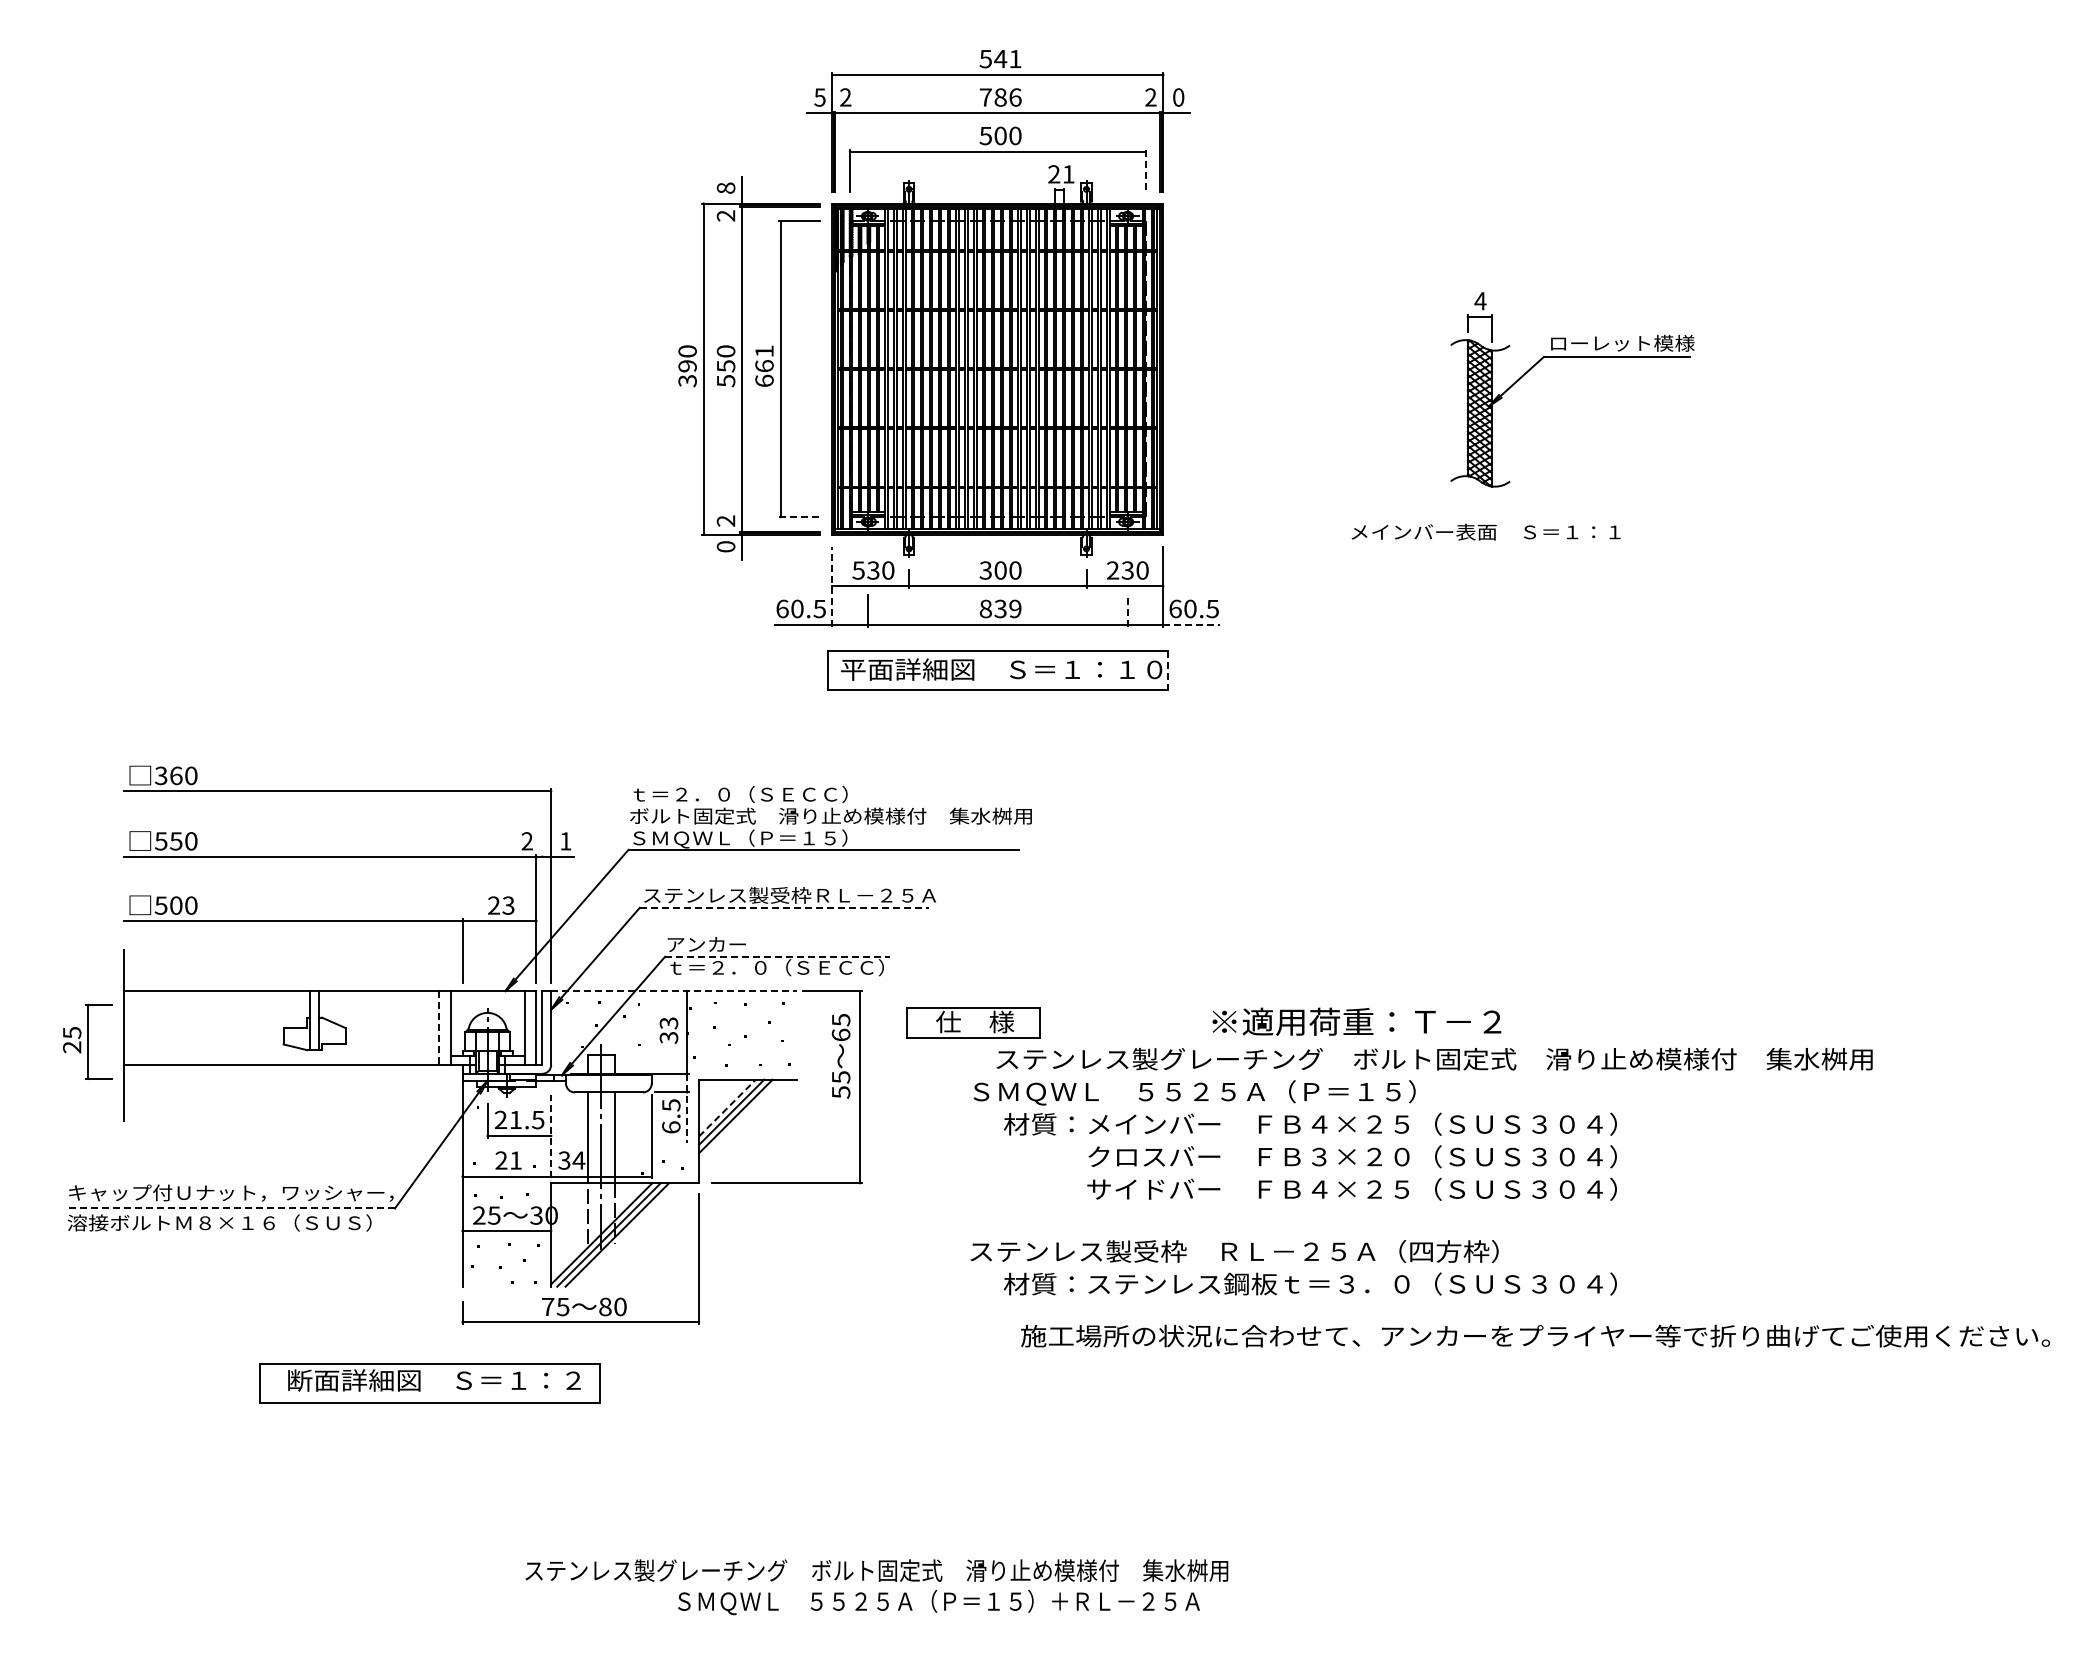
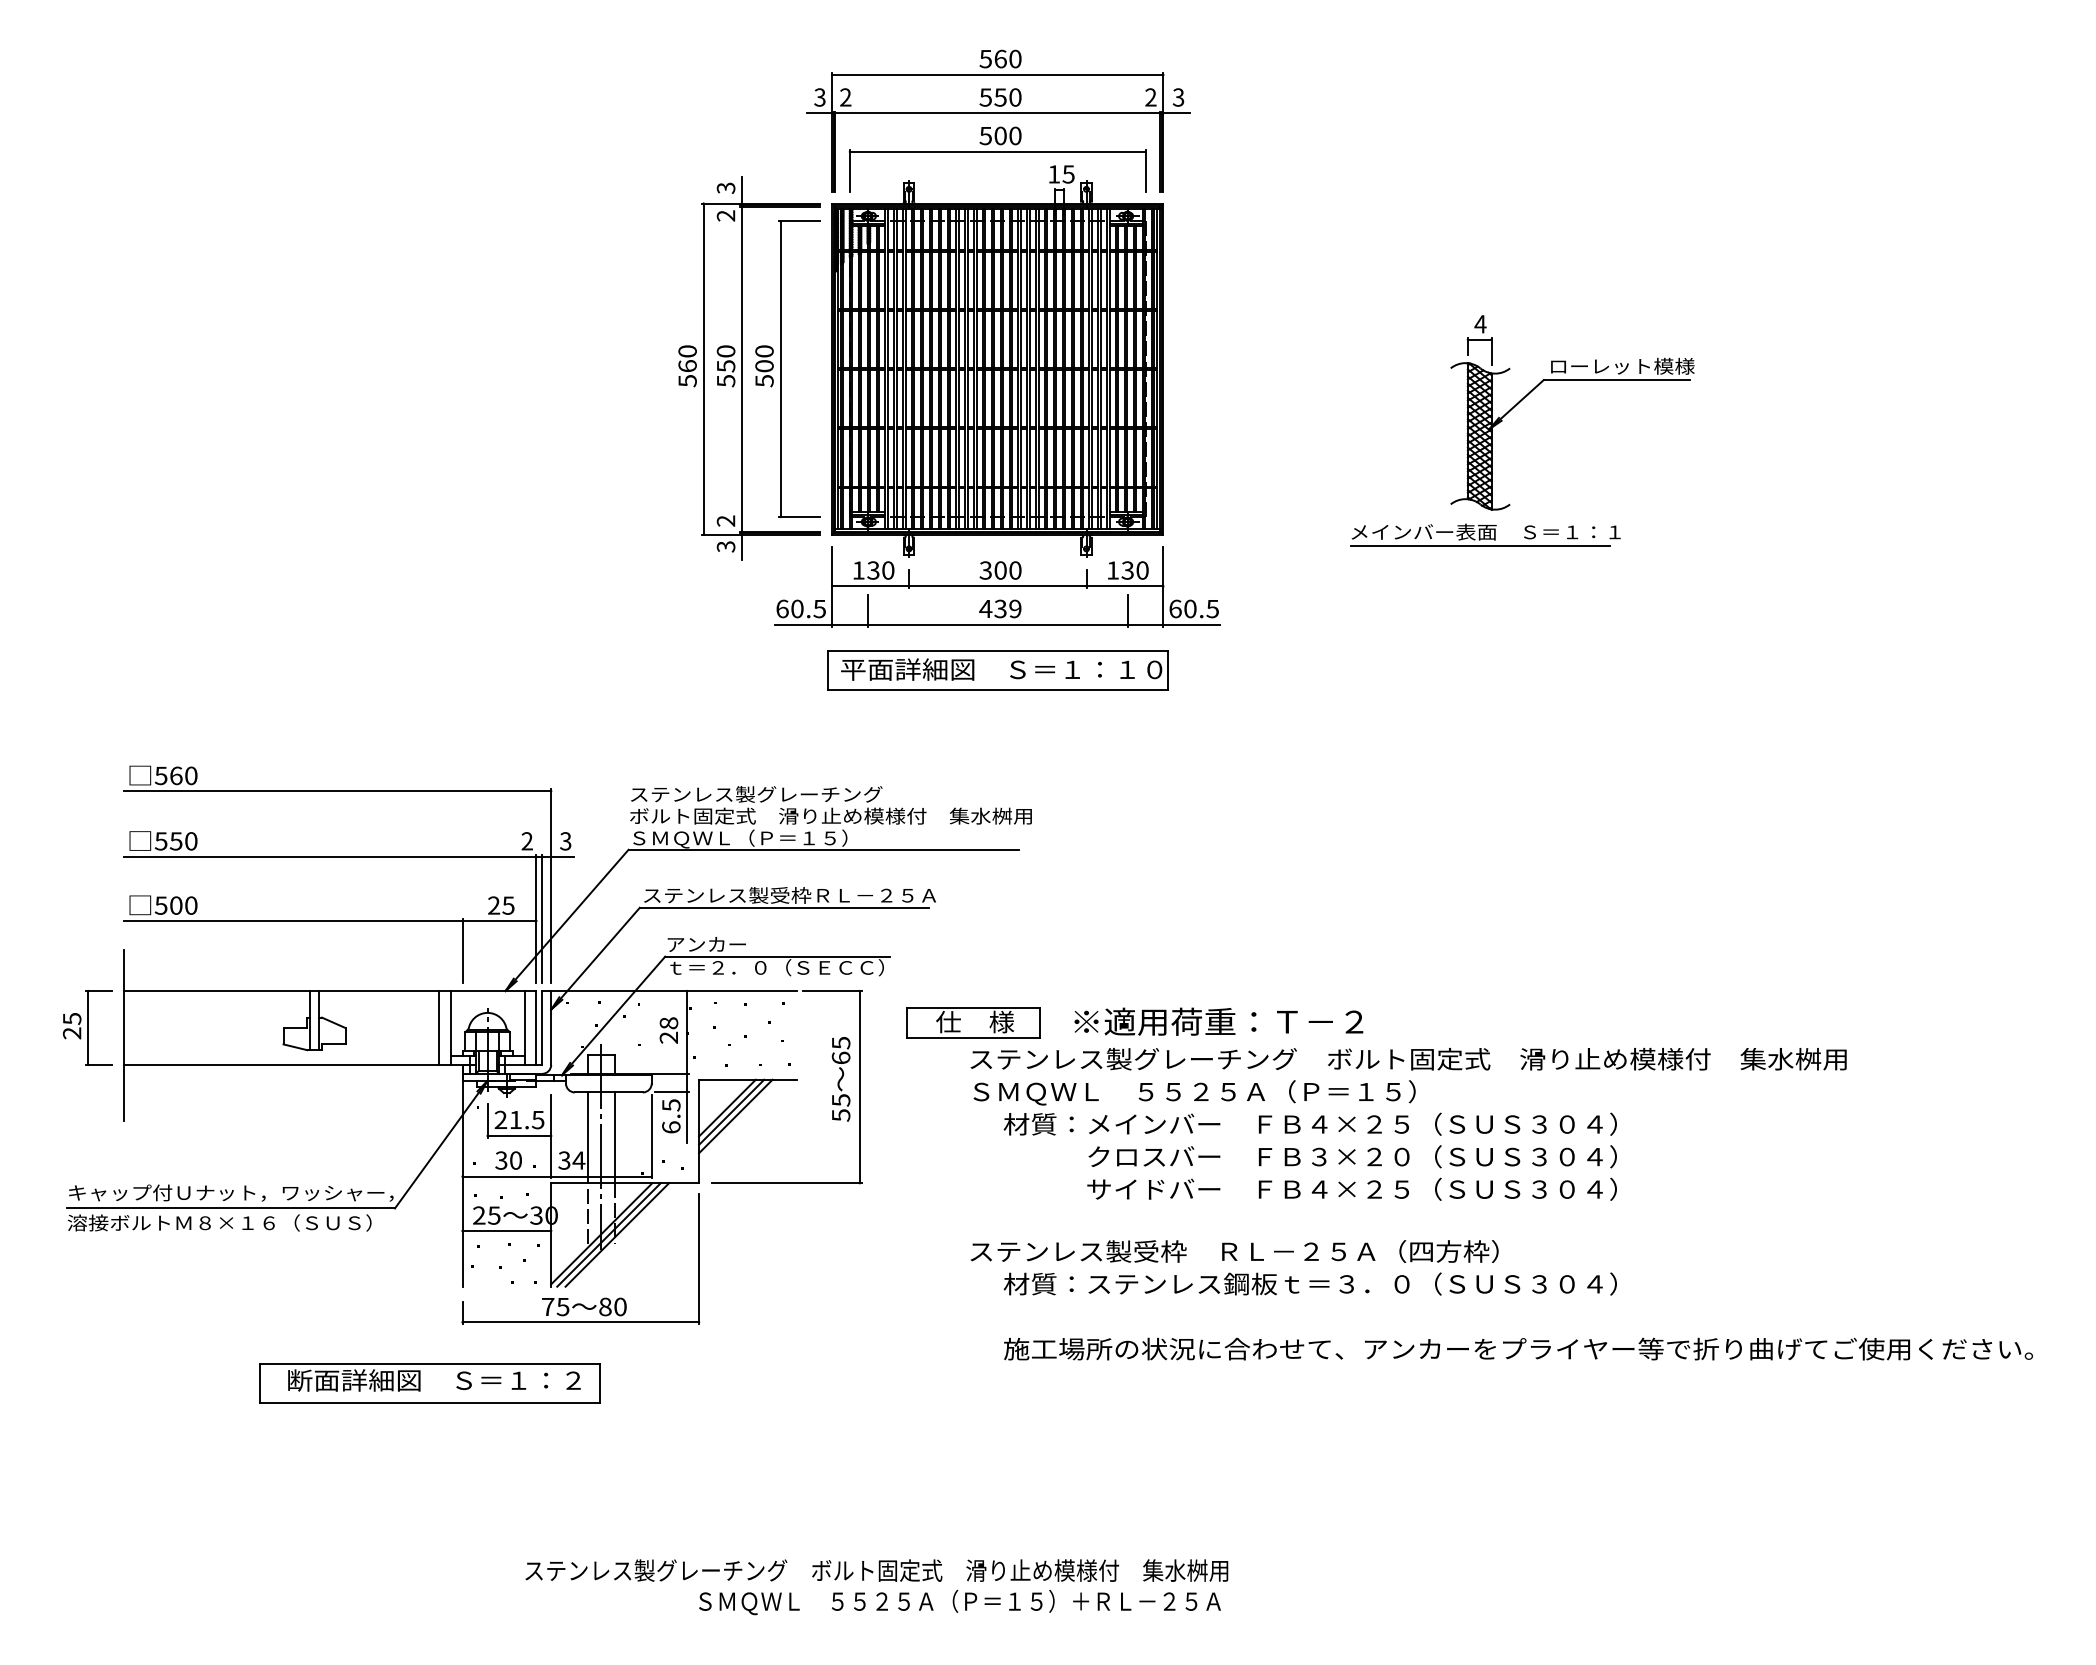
text at (1007, 58): 541 -> 560
text at (820, 97): 5 -> 3
text at (1000, 97): 786 -> 550
text at (1178, 97): 0 -> 3
line at (1145, 170): dashed -> solid
text at (1061, 174): 21 -> 15
text at (725, 187): 8 -> 3
part at (1572, 357) position: (1572, 357) -> (1572, 380)
text at (764, 366): 661 -> 500
text at (687, 373): 390 -> 560
line at (799, 517): dashed -> solid
line at (1480, 545): none -> present
text at (726, 546): 0 -> 3
text at (858, 570): 530 -> 130
text at (1113, 570): 230 -> 130
line at (832, 586): dashed -> solid
text at (985, 608): 839 -> 439
line at (1127, 610): dashed -> solid
line at (1192, 624): dashed -> solid
line at (1167, 670): dashed -> solid
text at (161, 775): 360 -> 560
text at (756, 794): ｔ＝２．０（ＳＥＣＣ） -> ステンレス製グレーチング
text at (565, 841): 1 -> 3
text at (508, 905): 23 -> 25
line at (784, 907): dashed -> solid
line at (542, 918): none -> present
line at (778, 956): dashed -> solid
line at (673, 991): dashed -> solid
text at (1356, 1021) position: (1356, 1021) -> (1218, 1021)
line at (438, 1027): dashed -> solid
text at (668, 1030): 33 -> 28
part at (87, 1041) position: (87, 1041) -> (87, 1027)
text at (840, 1056) position: (840, 1056) -> (840, 1079)
text at (1434, 1059) position: (1434, 1059) -> (1408, 1059)
line at (727, 1107): dashed -> solid
line at (687, 1108): dashed -> solid
line at (551, 1136): dashed -> solid
text at (508, 1160): 21 -> 30
line at (230, 1208): dashed -> solid
text at (1535, 1335) position: (1535, 1335) -> (1518, 1348)
text at (938, 1602) position: (938, 1602) -> (959, 1602)
